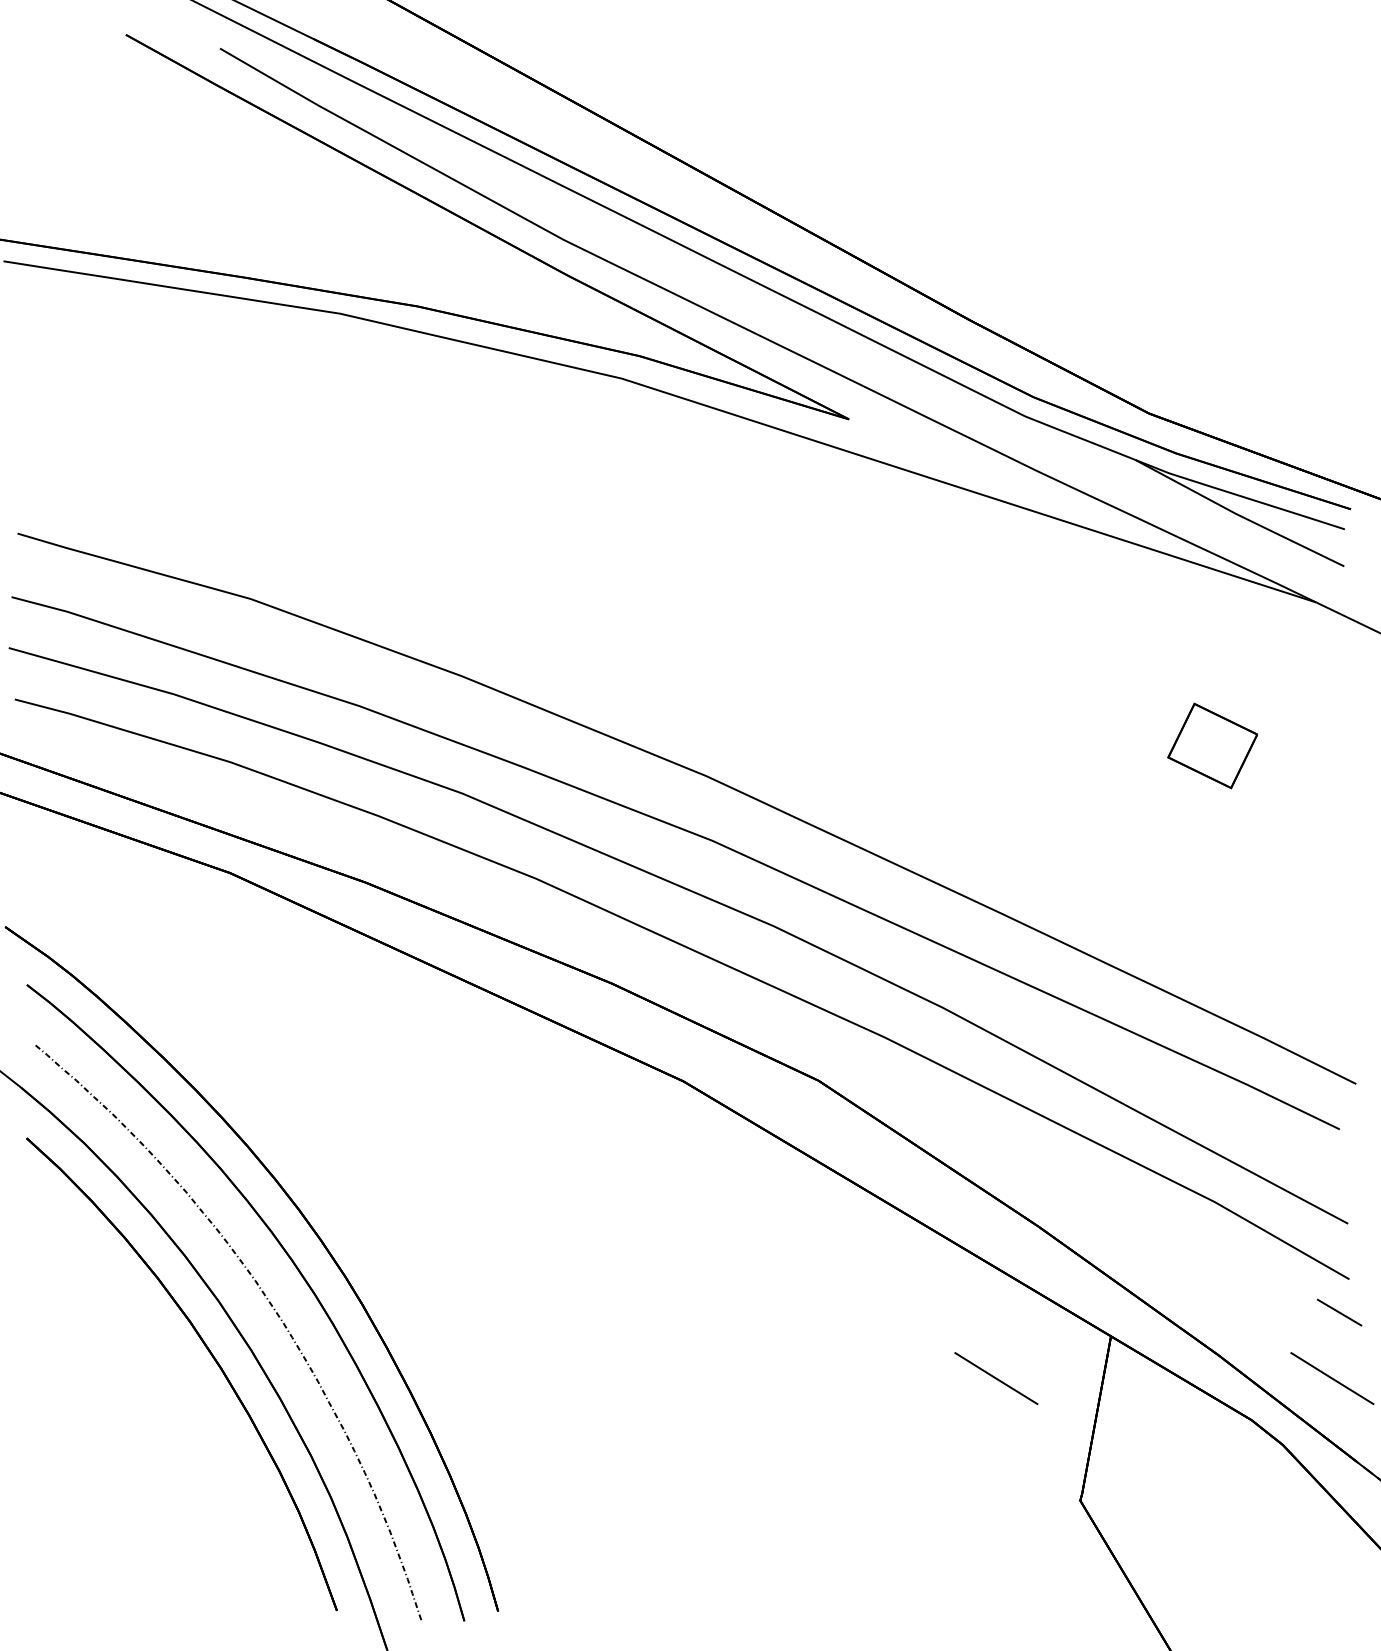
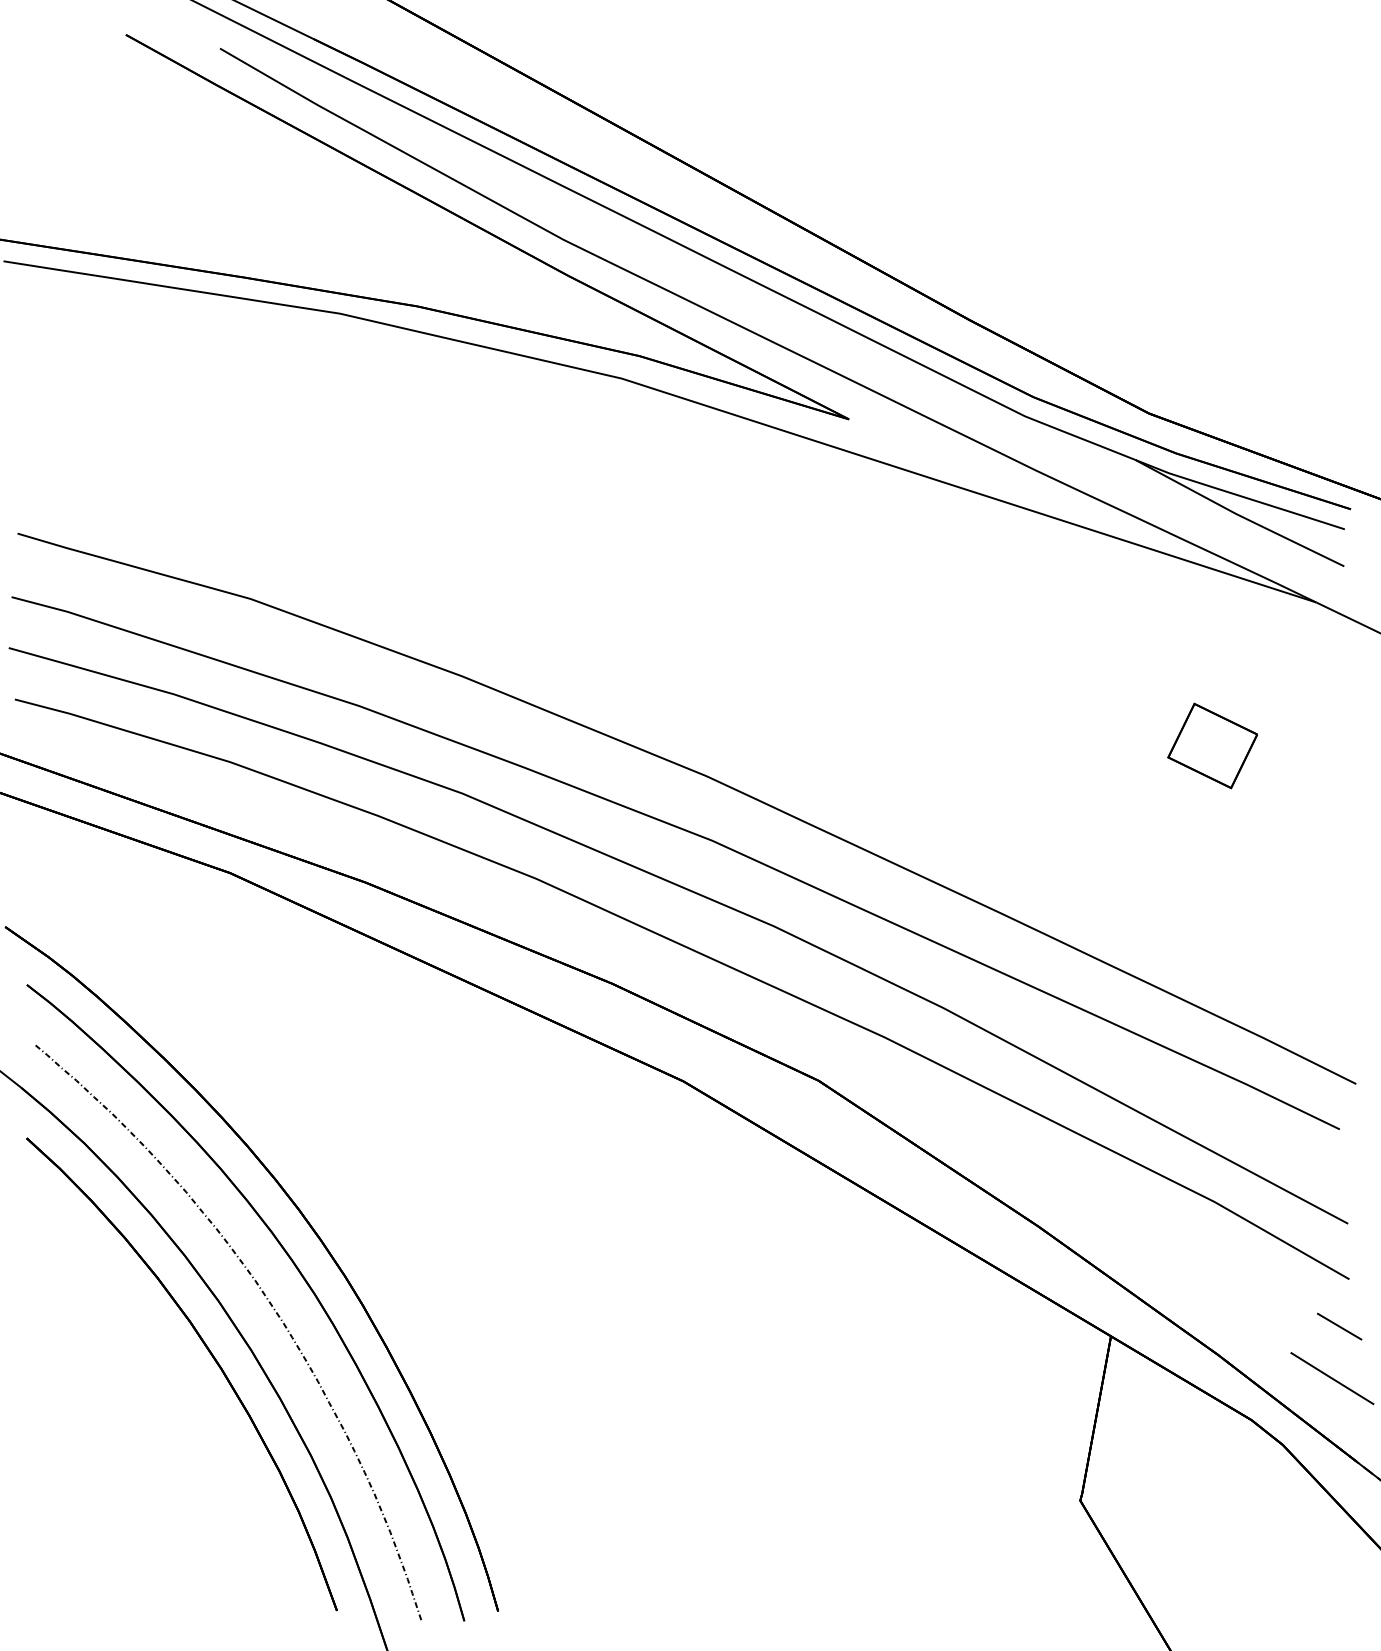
line at (1339, 1312) position: (1339, 1312) -> (1339, 1326)
line at (996, 1378): present -> none
